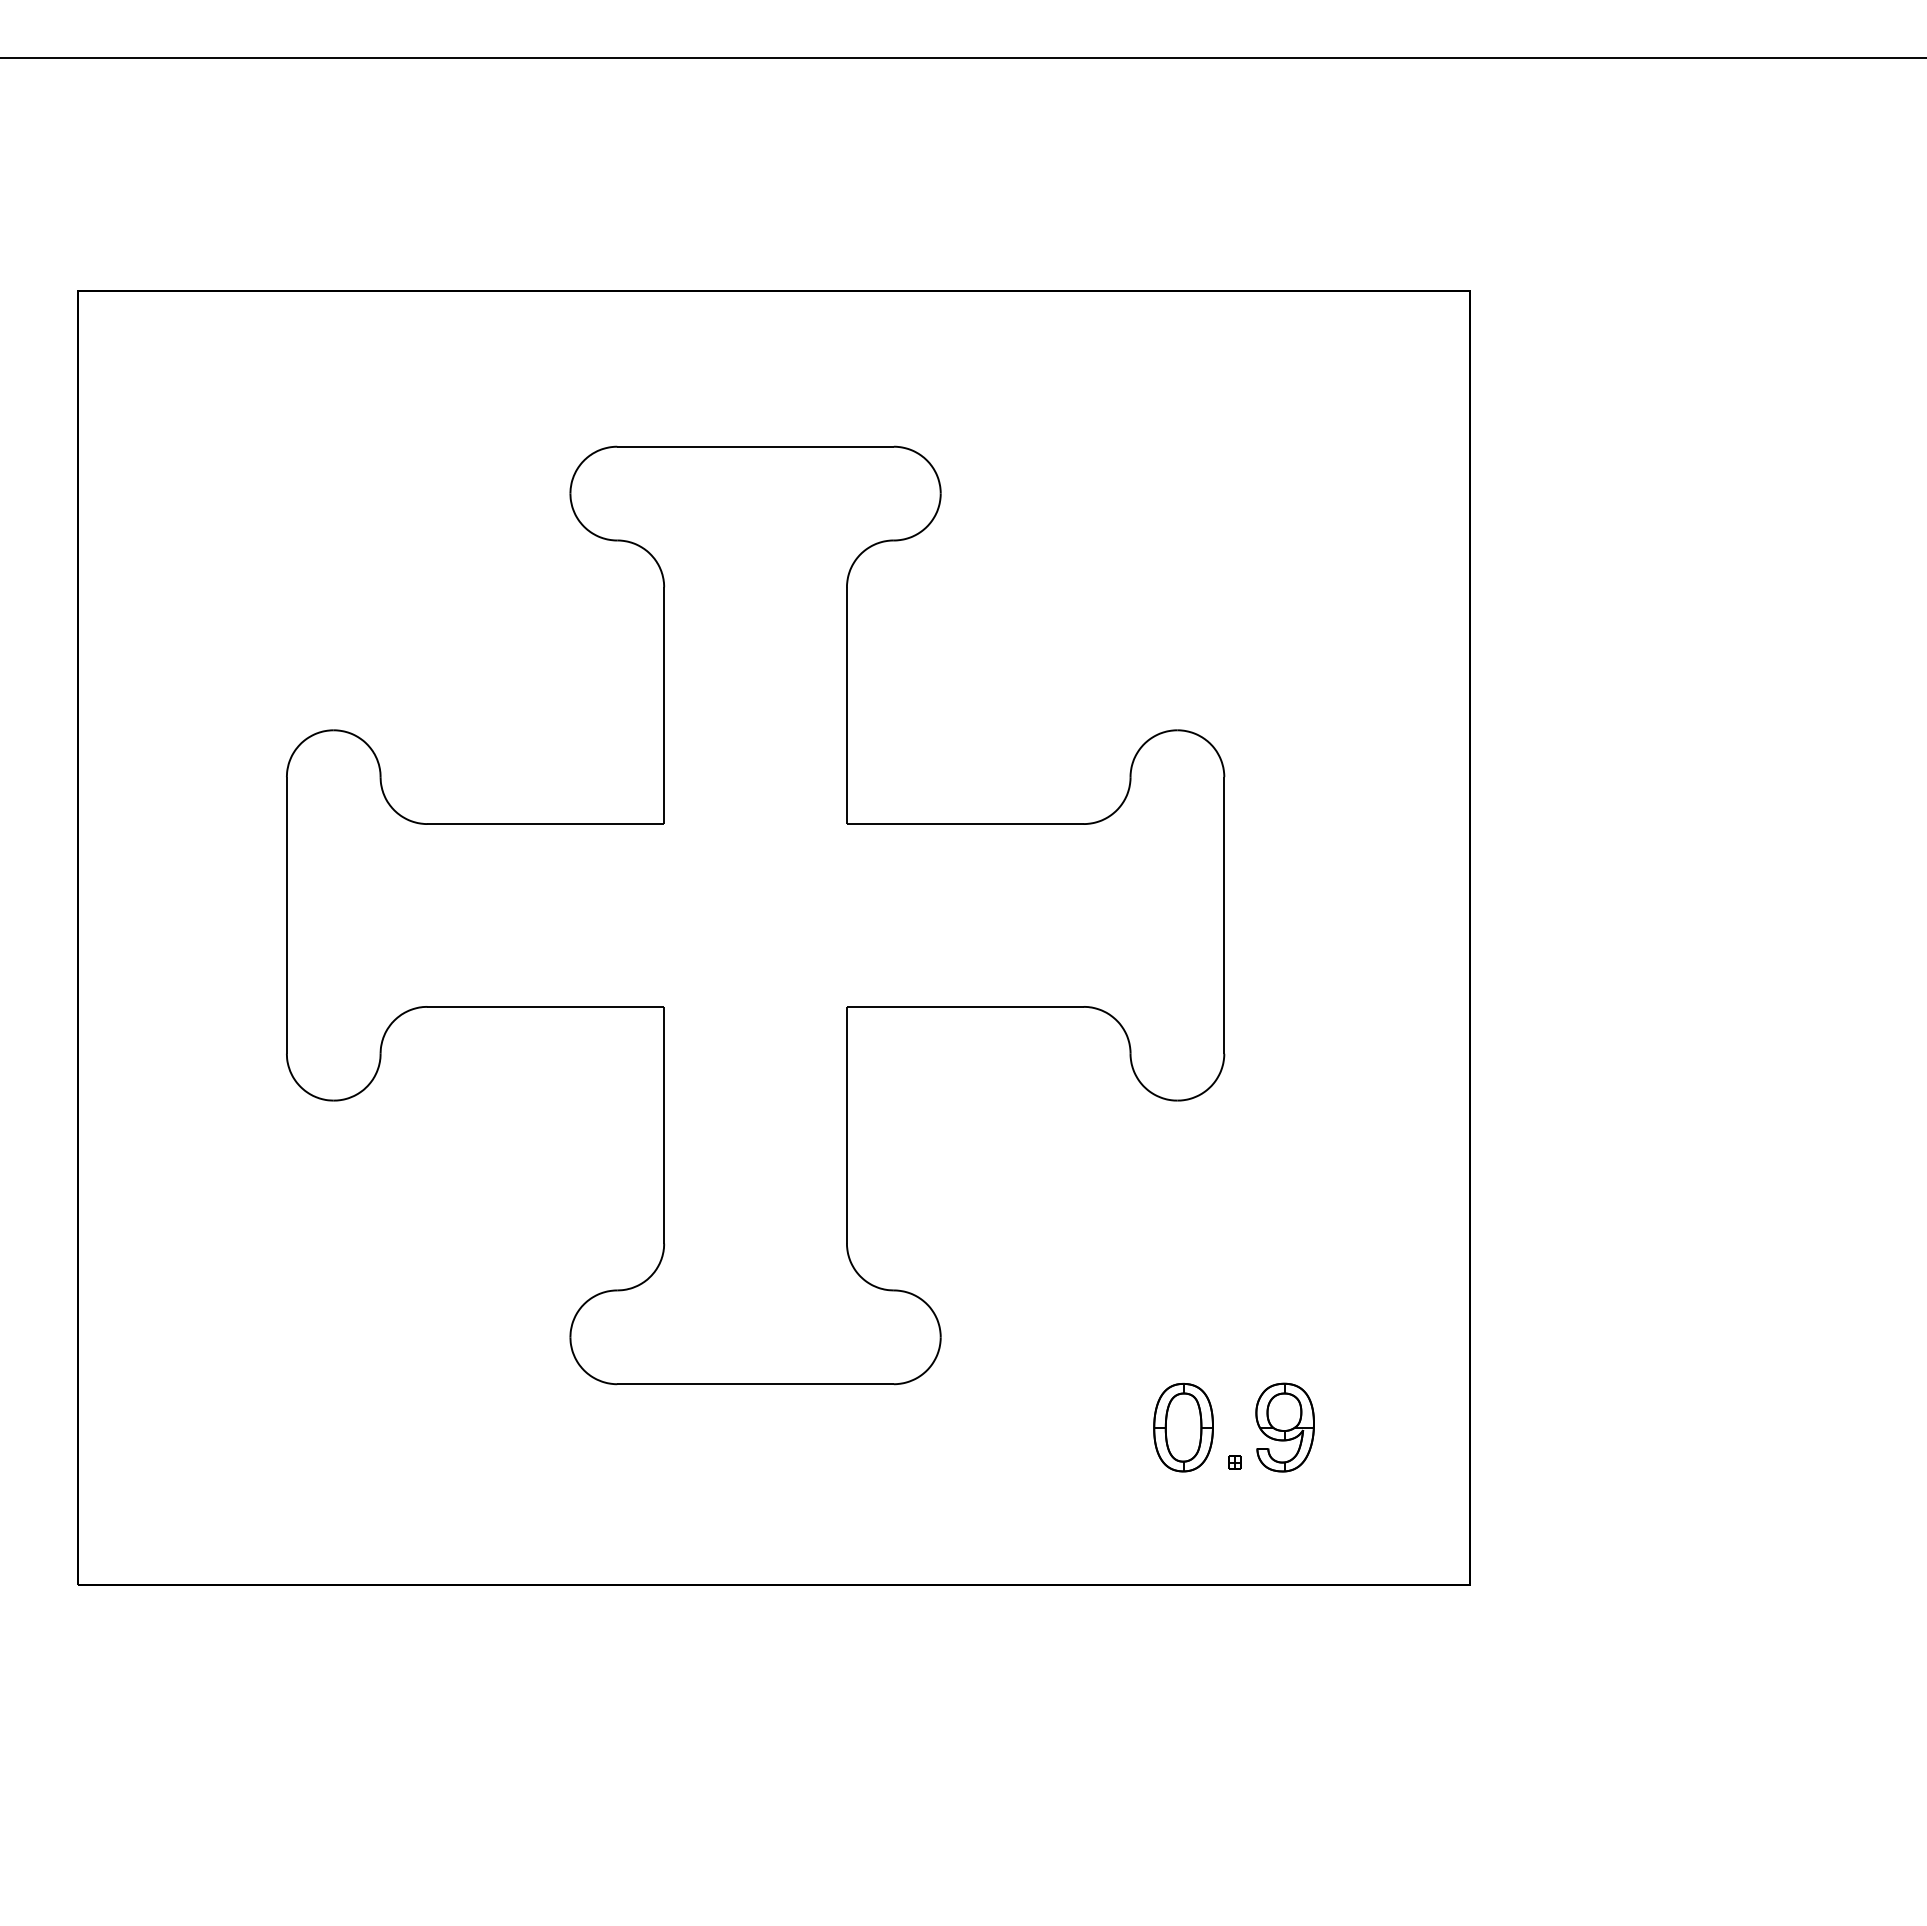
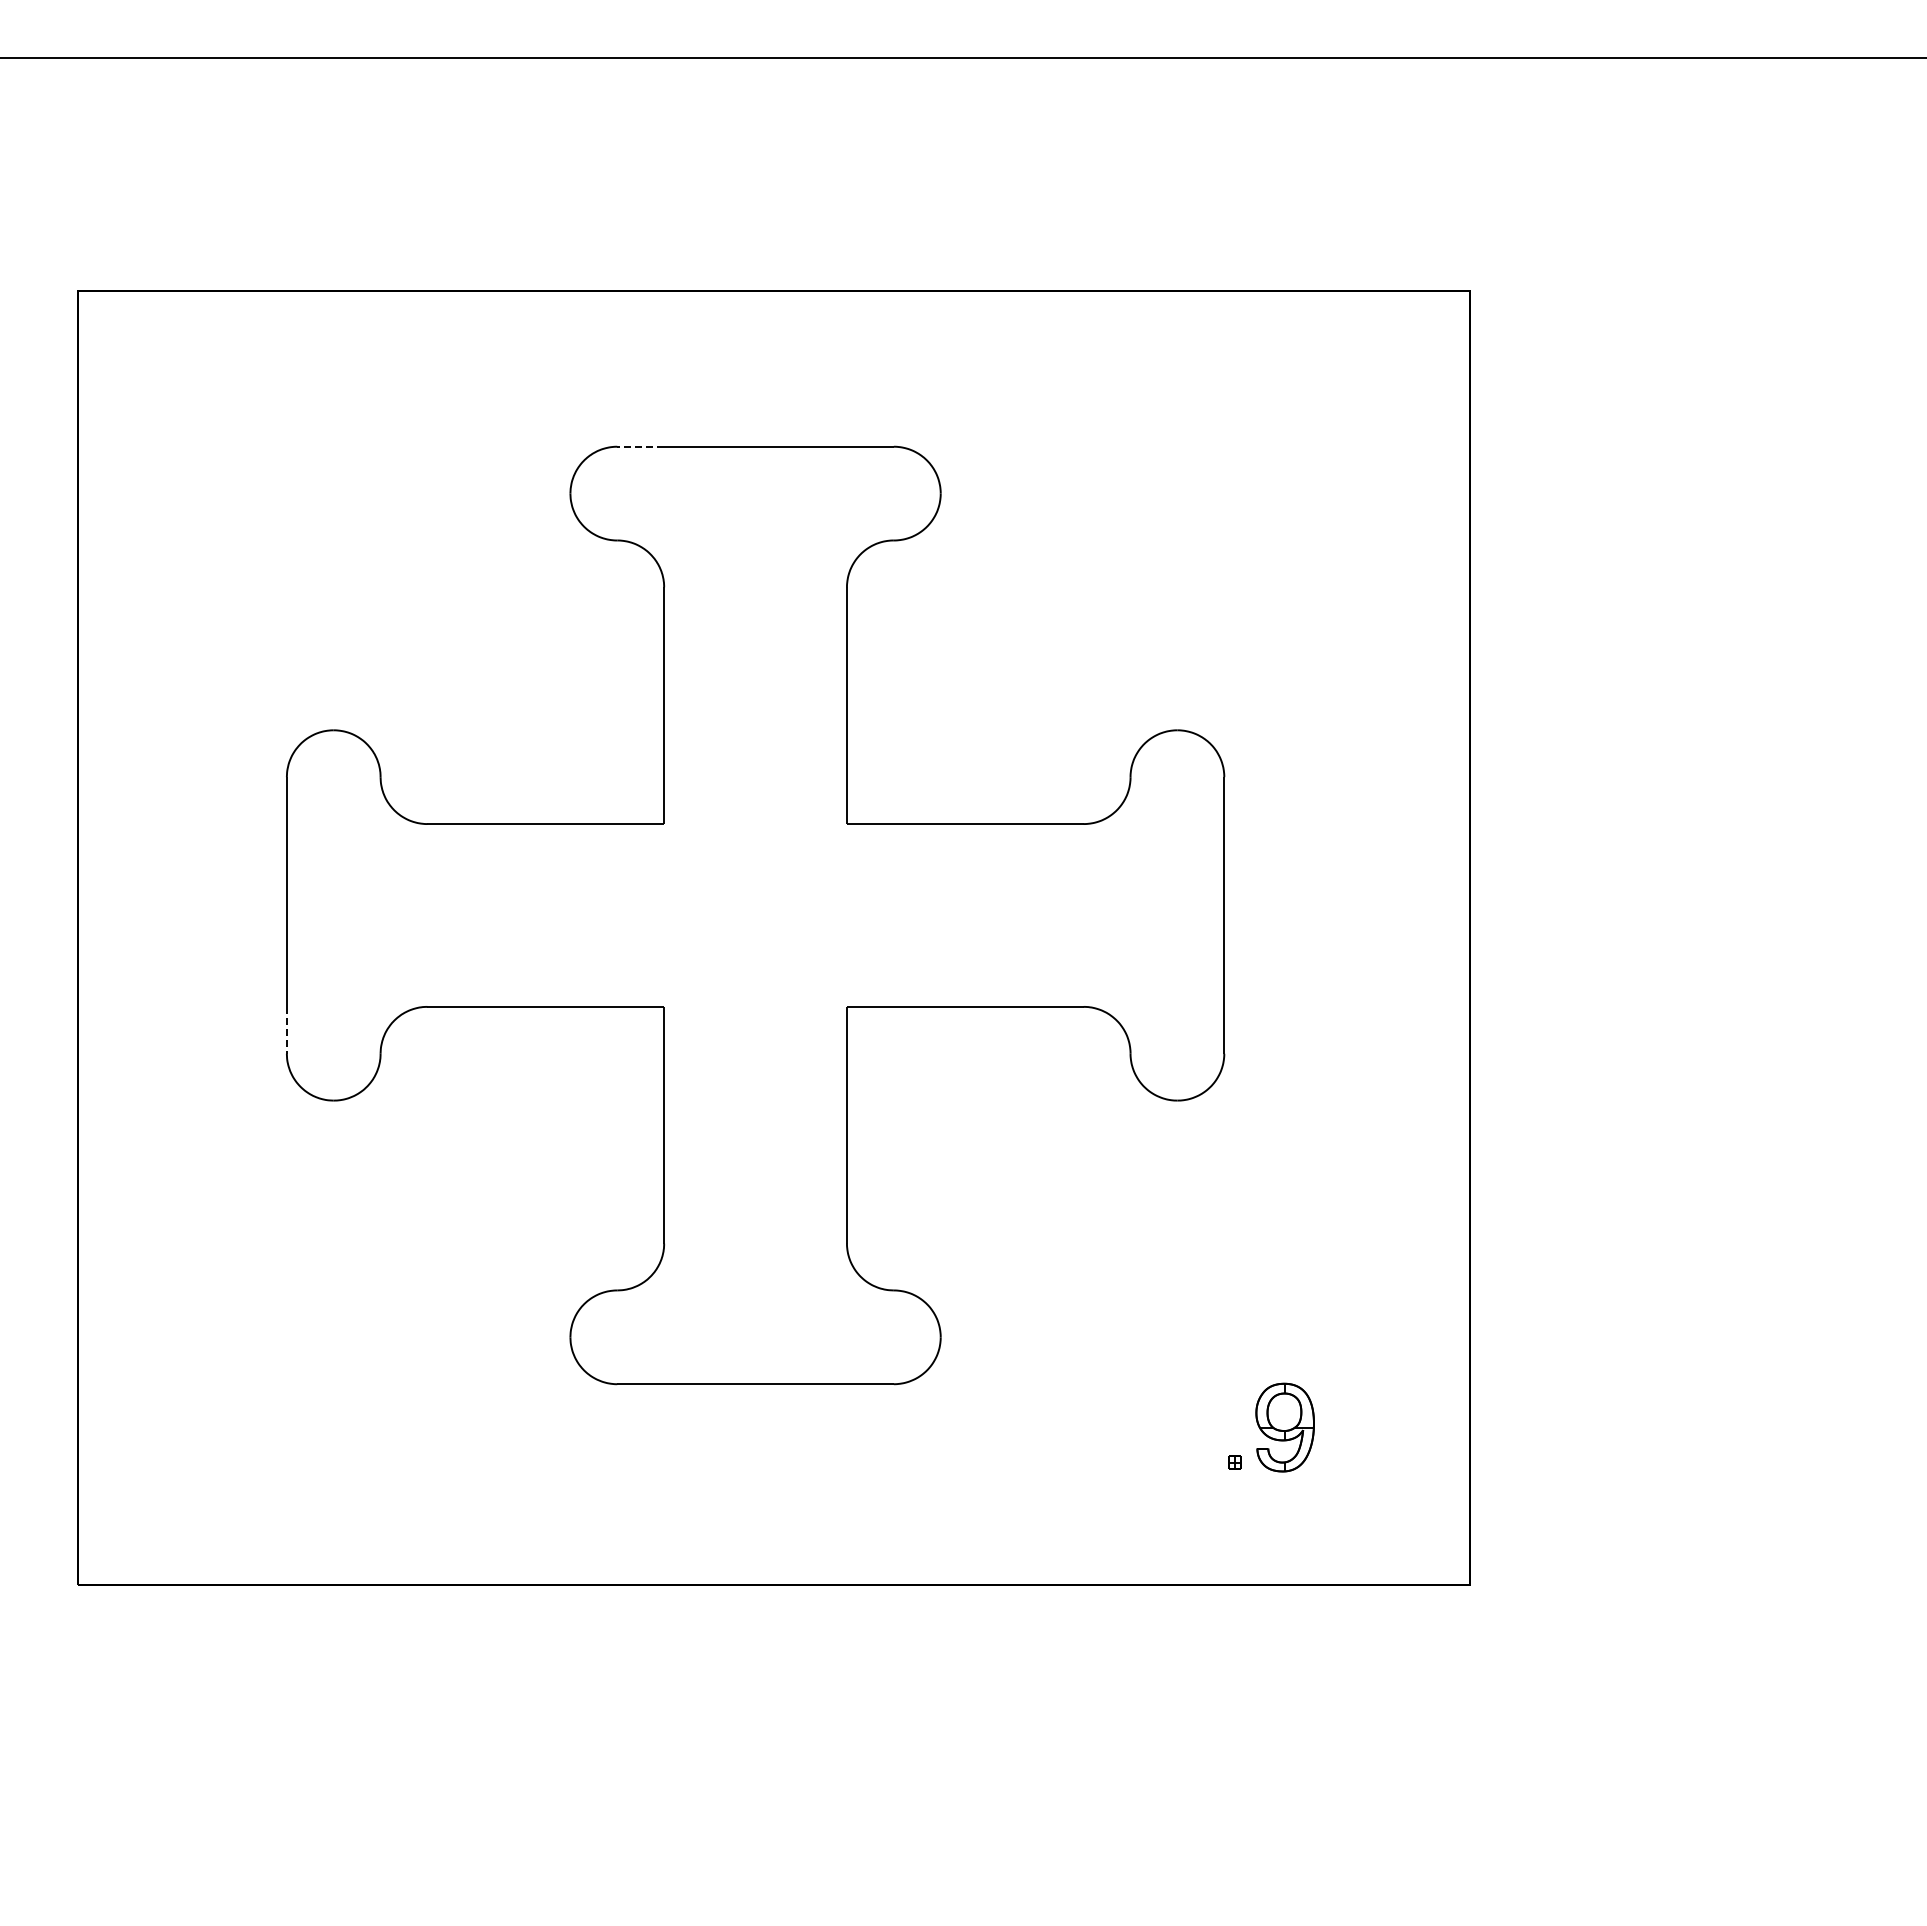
line at (640, 446): solid -> dashed
line at (286, 1030): solid -> dashed
part at (1183, 1427): present -> none
